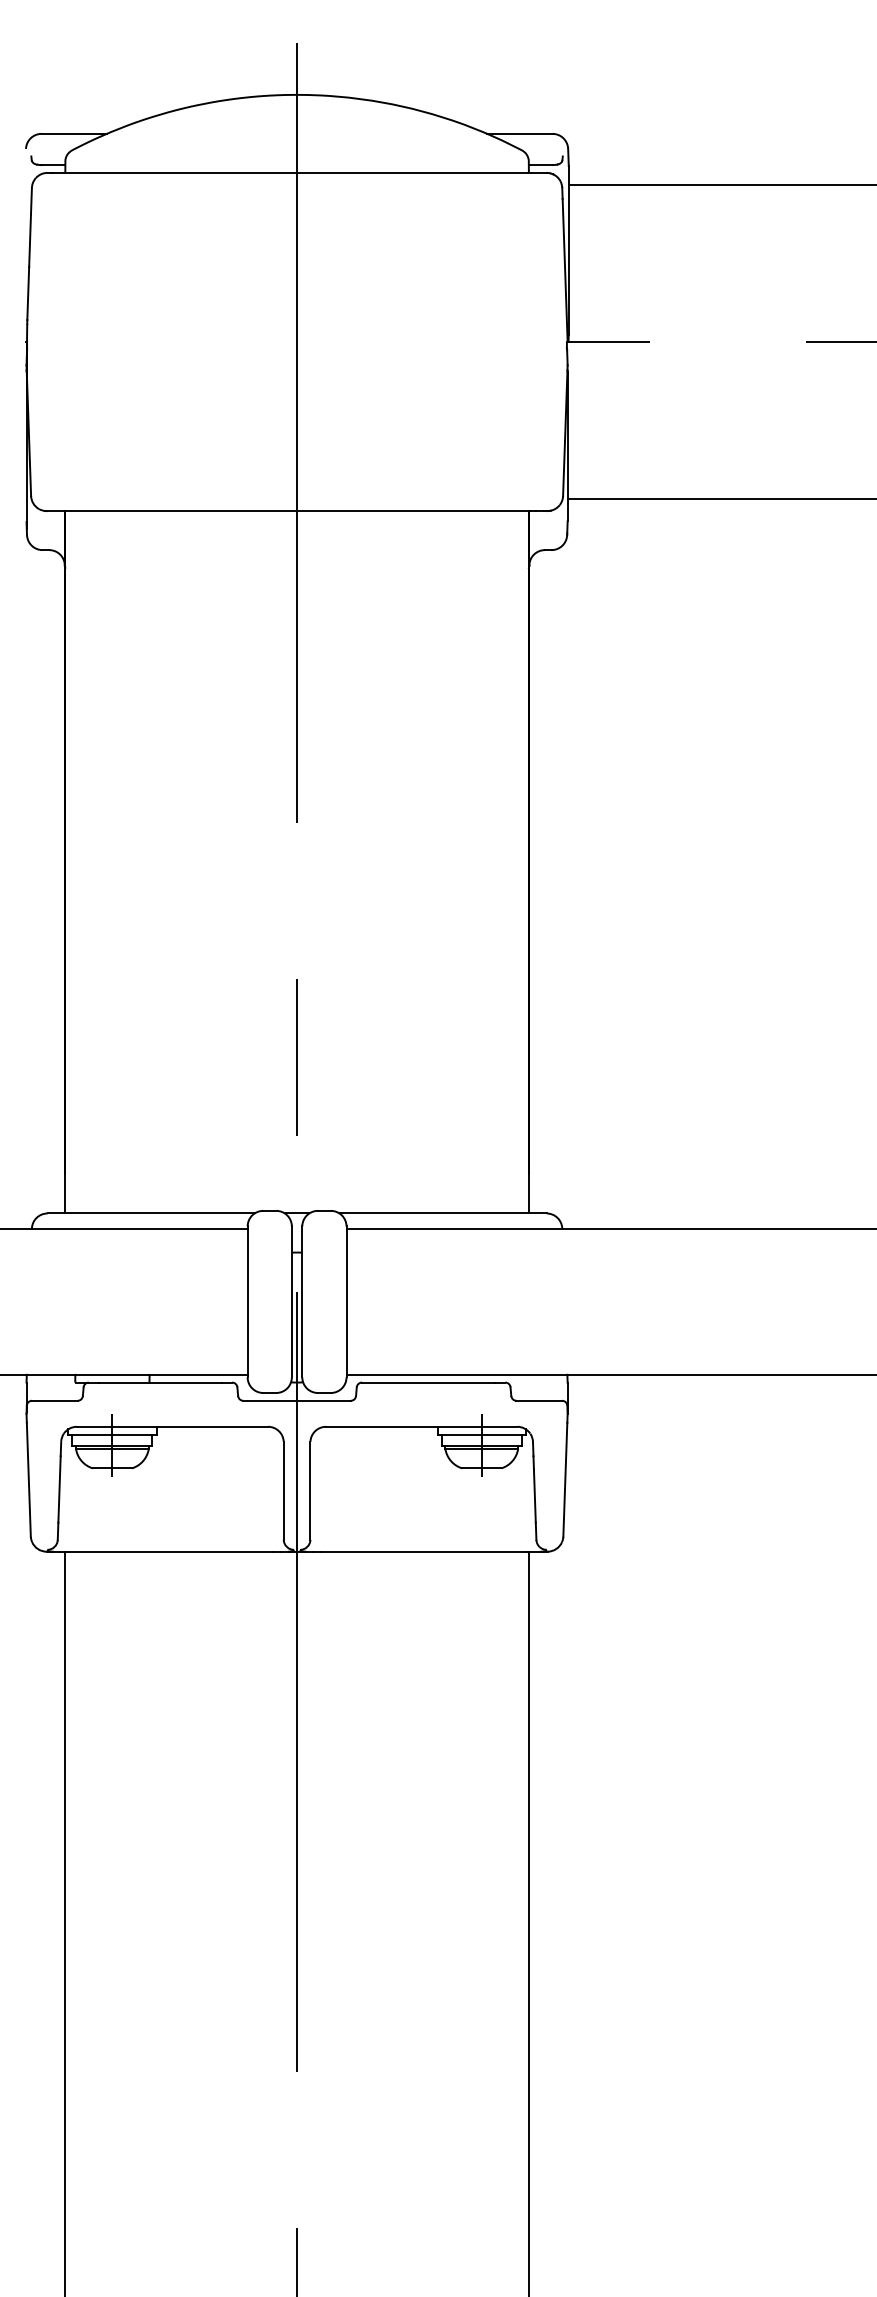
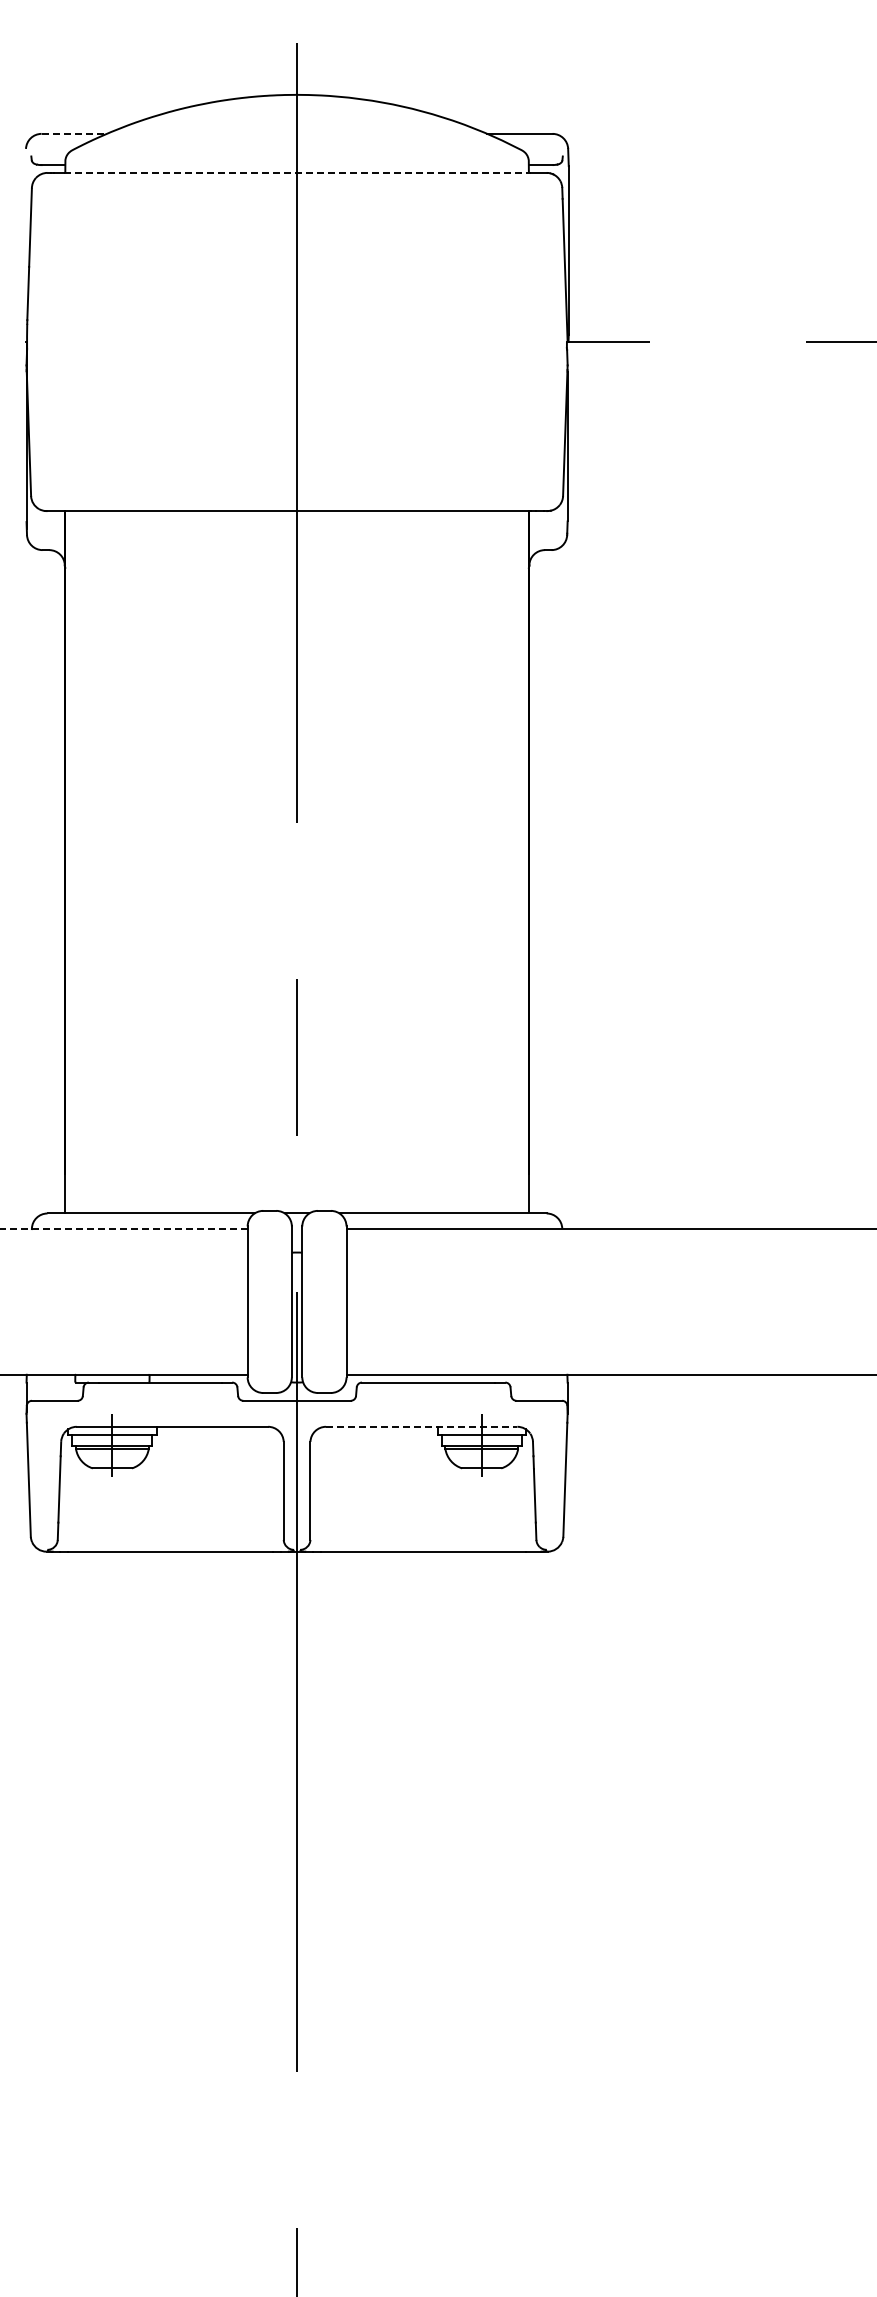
line at (74, 133): solid -> dashed
line at (297, 172): solid -> dashed
line at (720, 184): present -> none
line at (720, 499): present -> none
line at (124, 1229): solid -> dashed
line at (421, 1426): solid -> dashed
line at (65, 1922): present -> none
line at (528, 1922): present -> none
